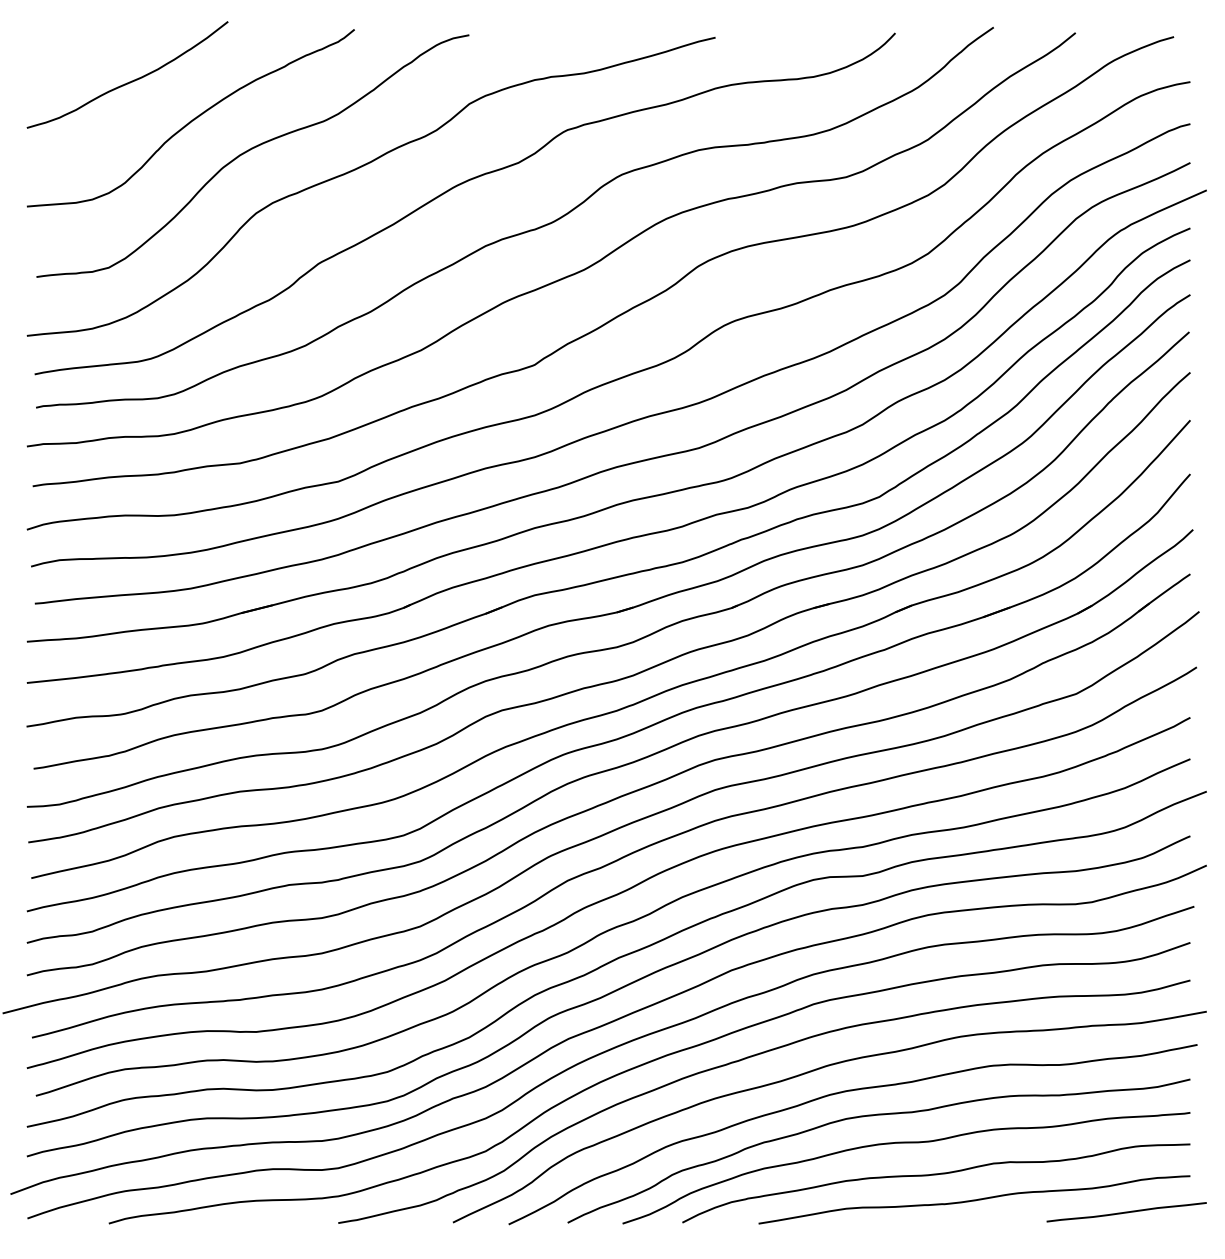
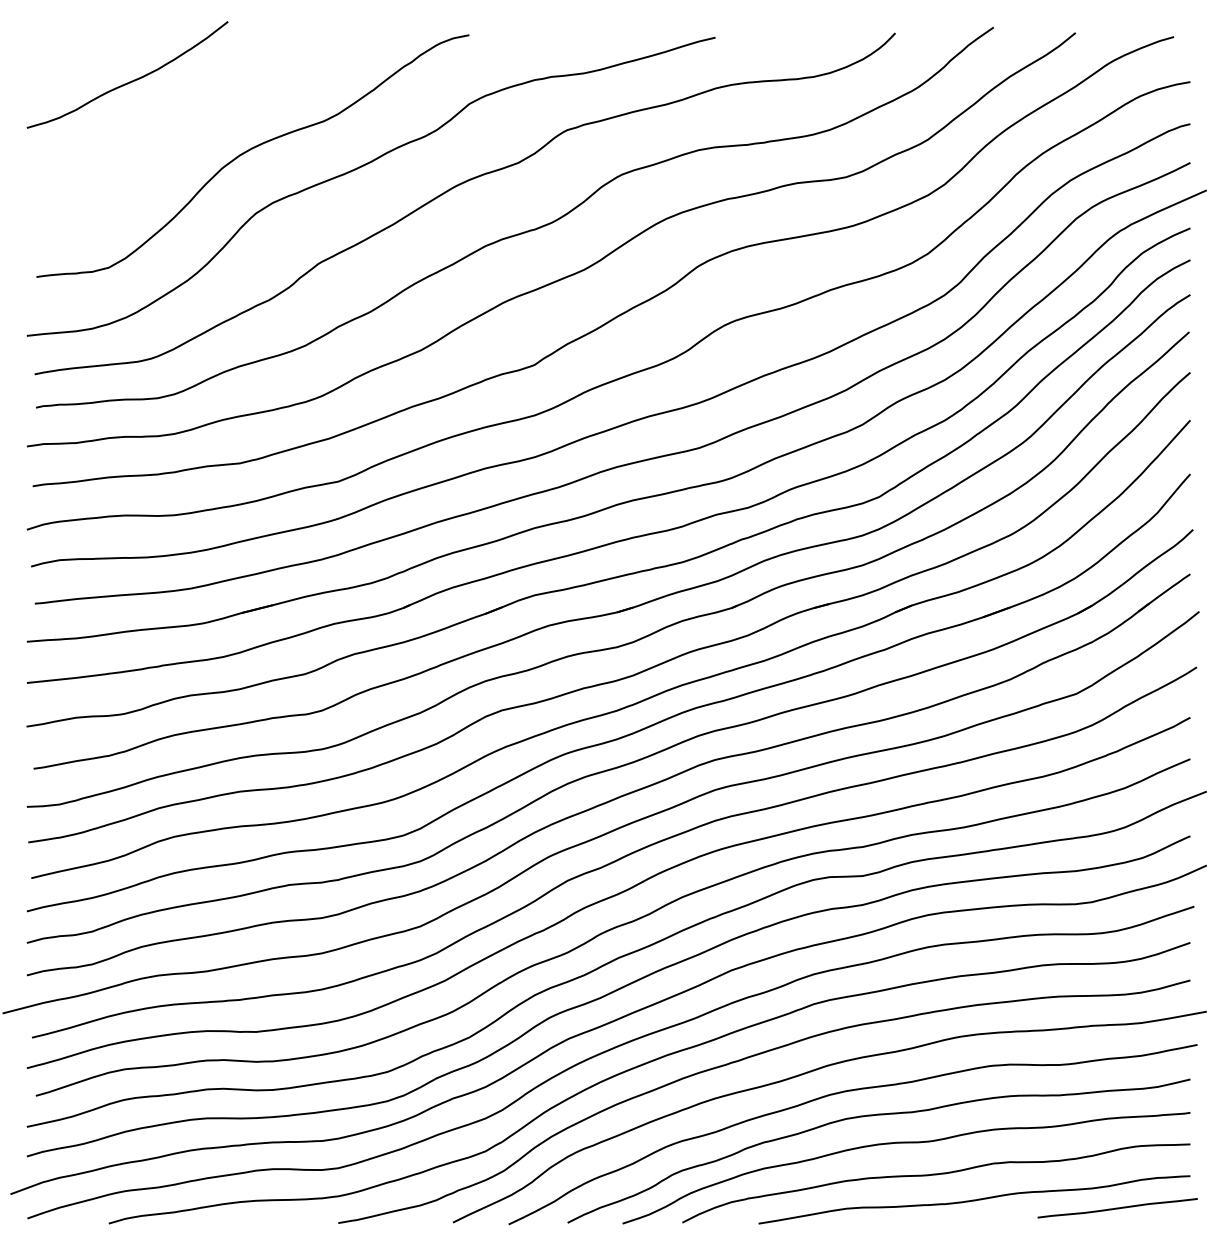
curve at (190, 120): present -> none
curve at (1126, 1212) position: (1126, 1212) -> (1117, 1208)
